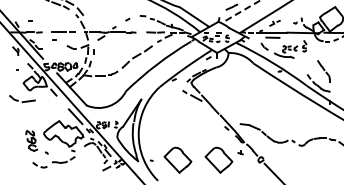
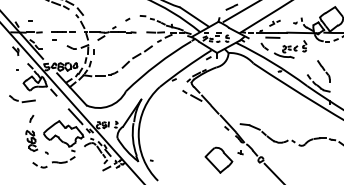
line at (241, 11): dashed -> solid
part at (31, 118): none -> present
part at (177, 159): present -> none
